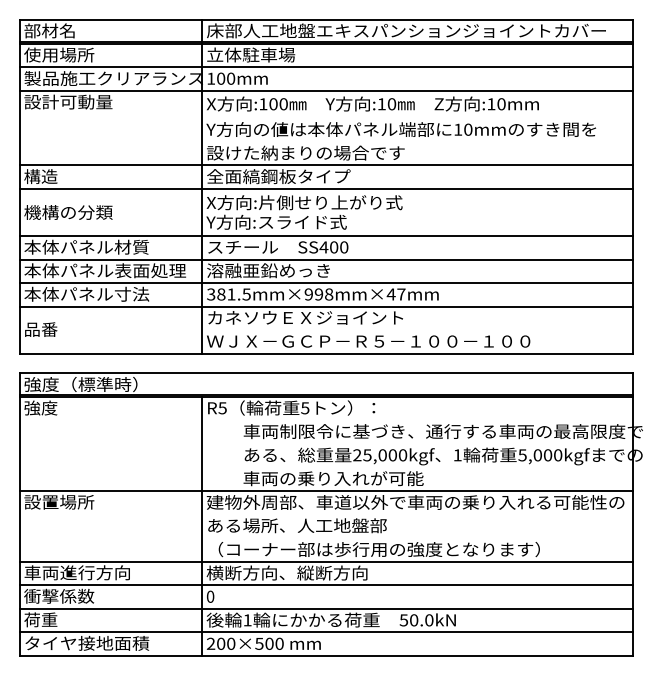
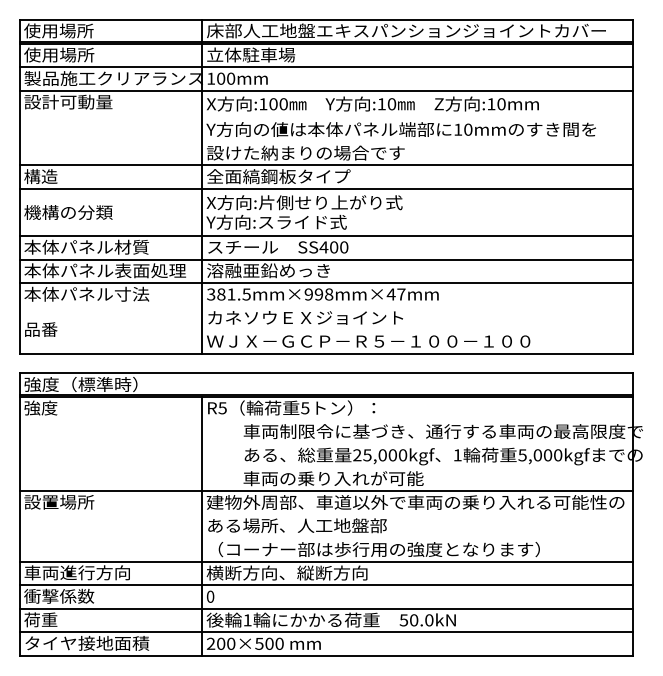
text at (58, 30): 部材名 -> 使用場所
line at (326, 306): present -> none
